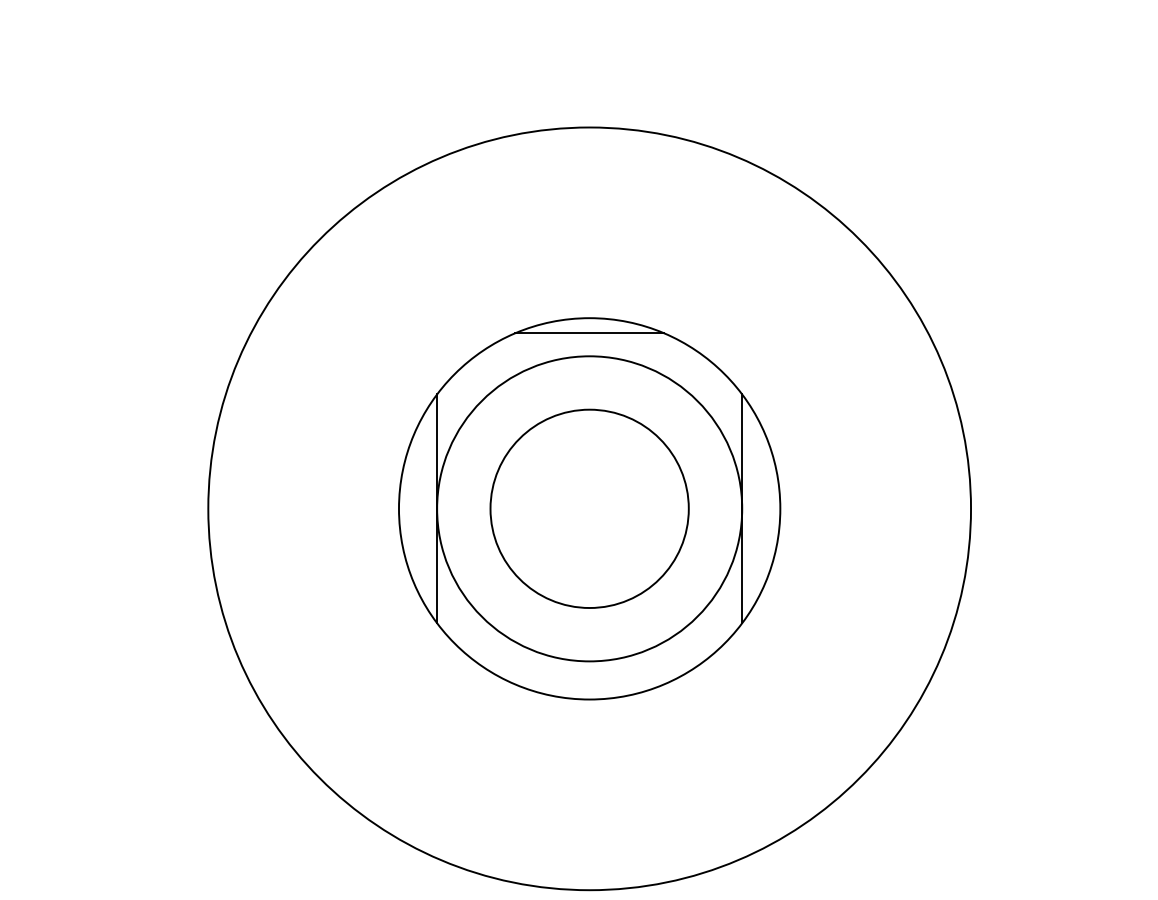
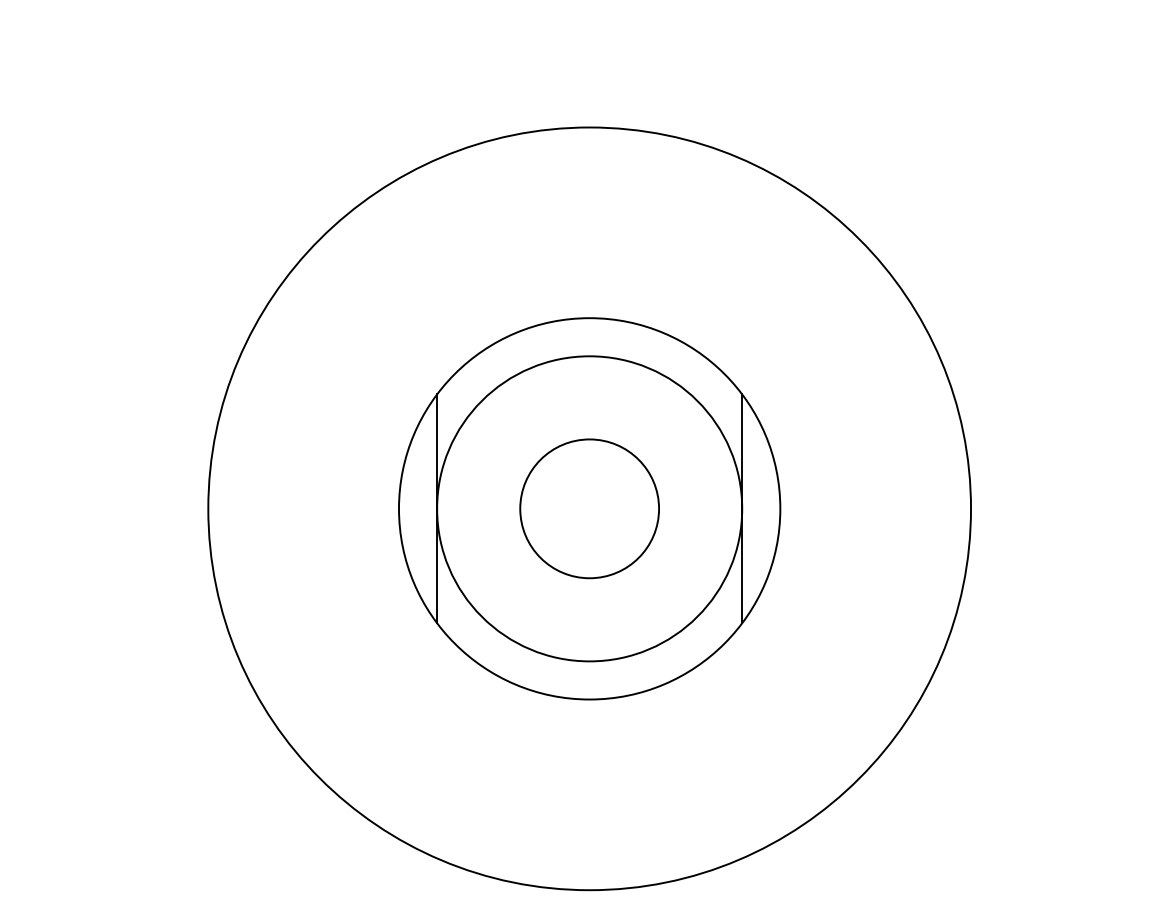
line at (589, 333): present -> none
circle at (589, 508) diameter: 198 px -> 139 px
